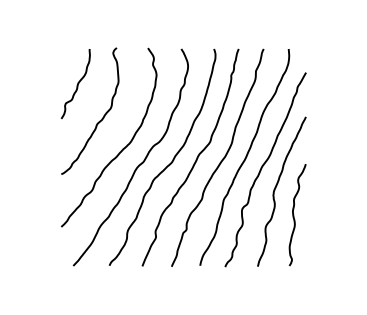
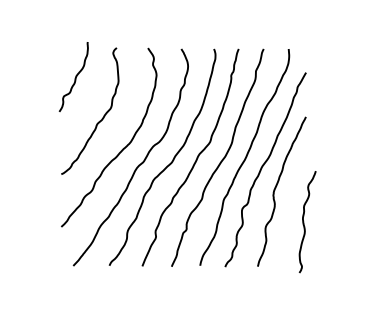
curve at (77, 83) position: (77, 83) -> (75, 76)
curve at (294, 215) position: (294, 215) -> (304, 222)
